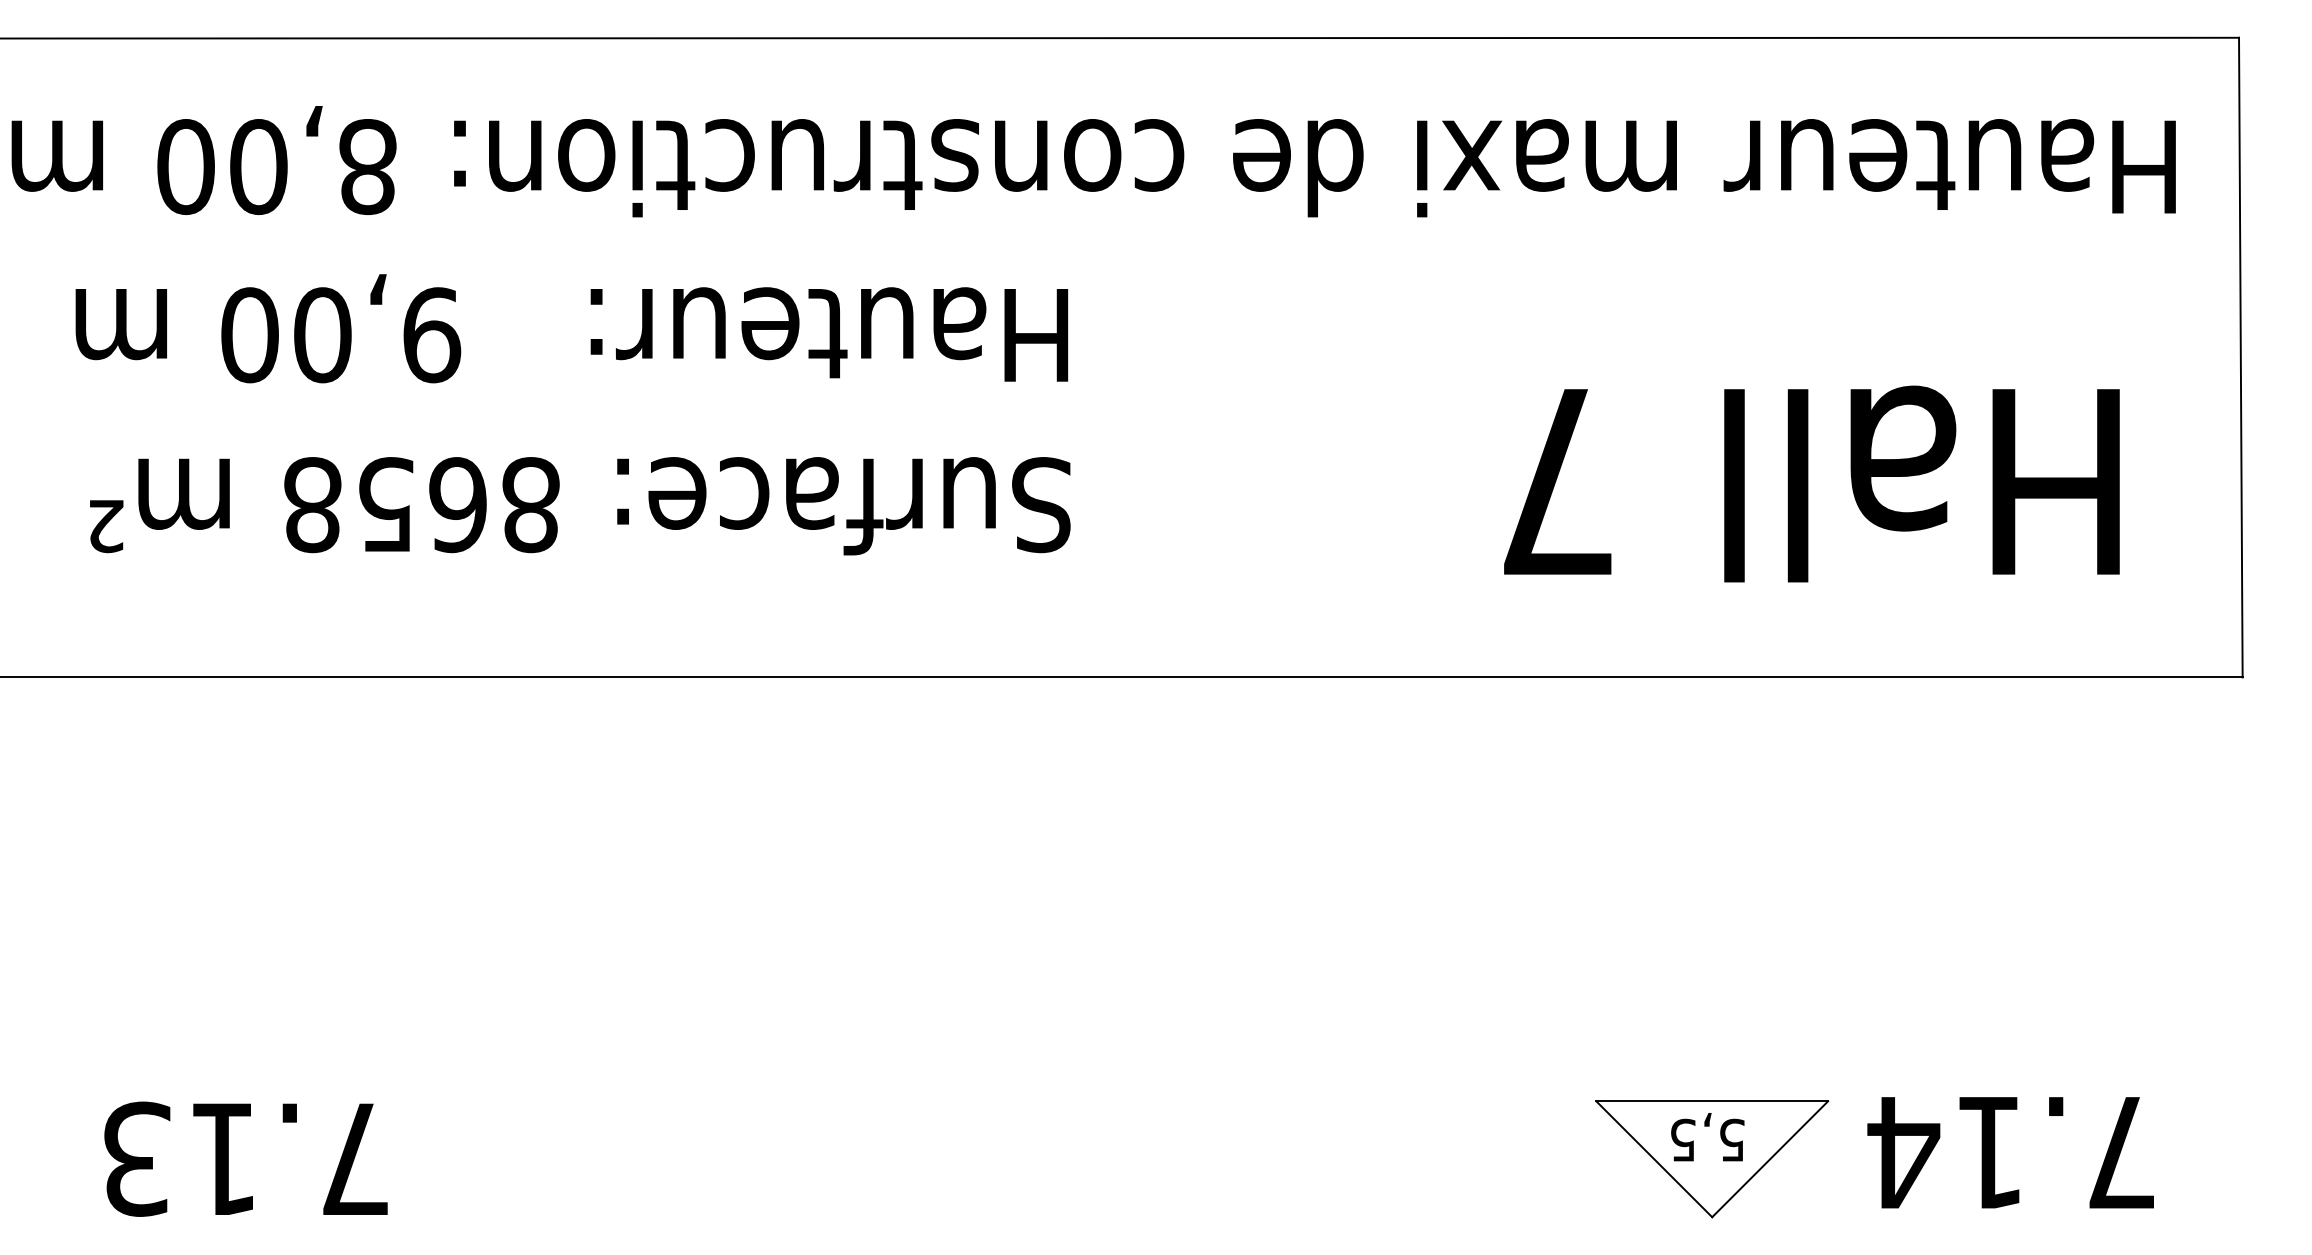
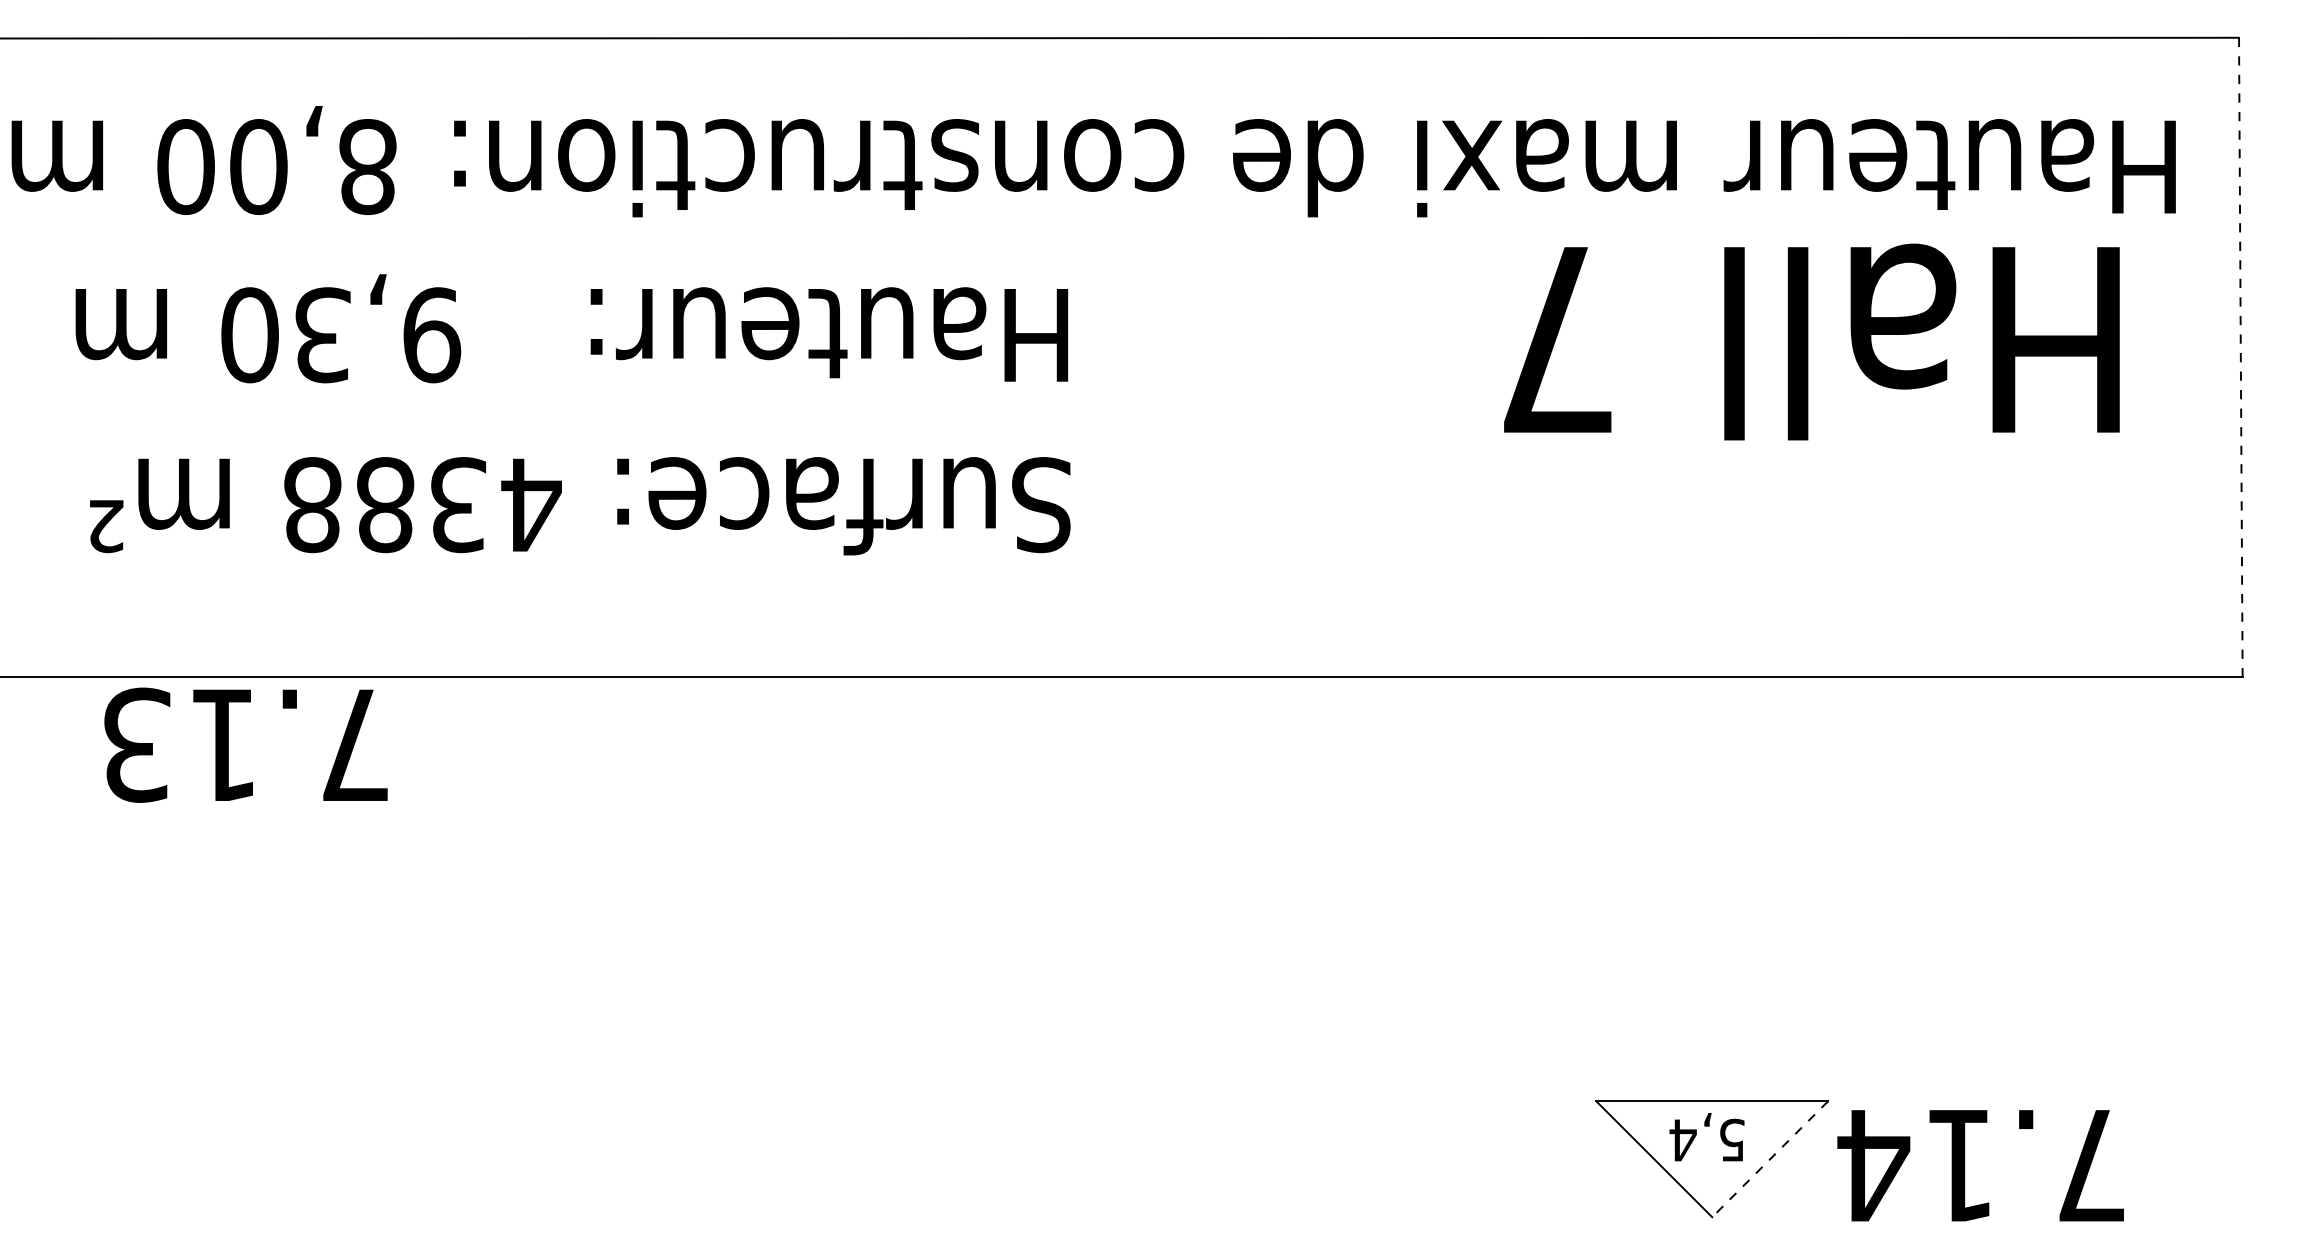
text at (322, 335): 9,00 -> 9,30
line at (2240, 357): solid -> dashed
text at (1811, 483) position: (1811, 483) -> (1811, 341)
text at (459, 505): 8658 -> 4388
text at (1682, 1139): 5,5 -> 5,4
text at (2010, 1152) position: (2010, 1152) -> (1980, 1165)
text at (245, 1158) position: (245, 1158) -> (245, 744)
line at (1770, 1159): solid -> dashed
